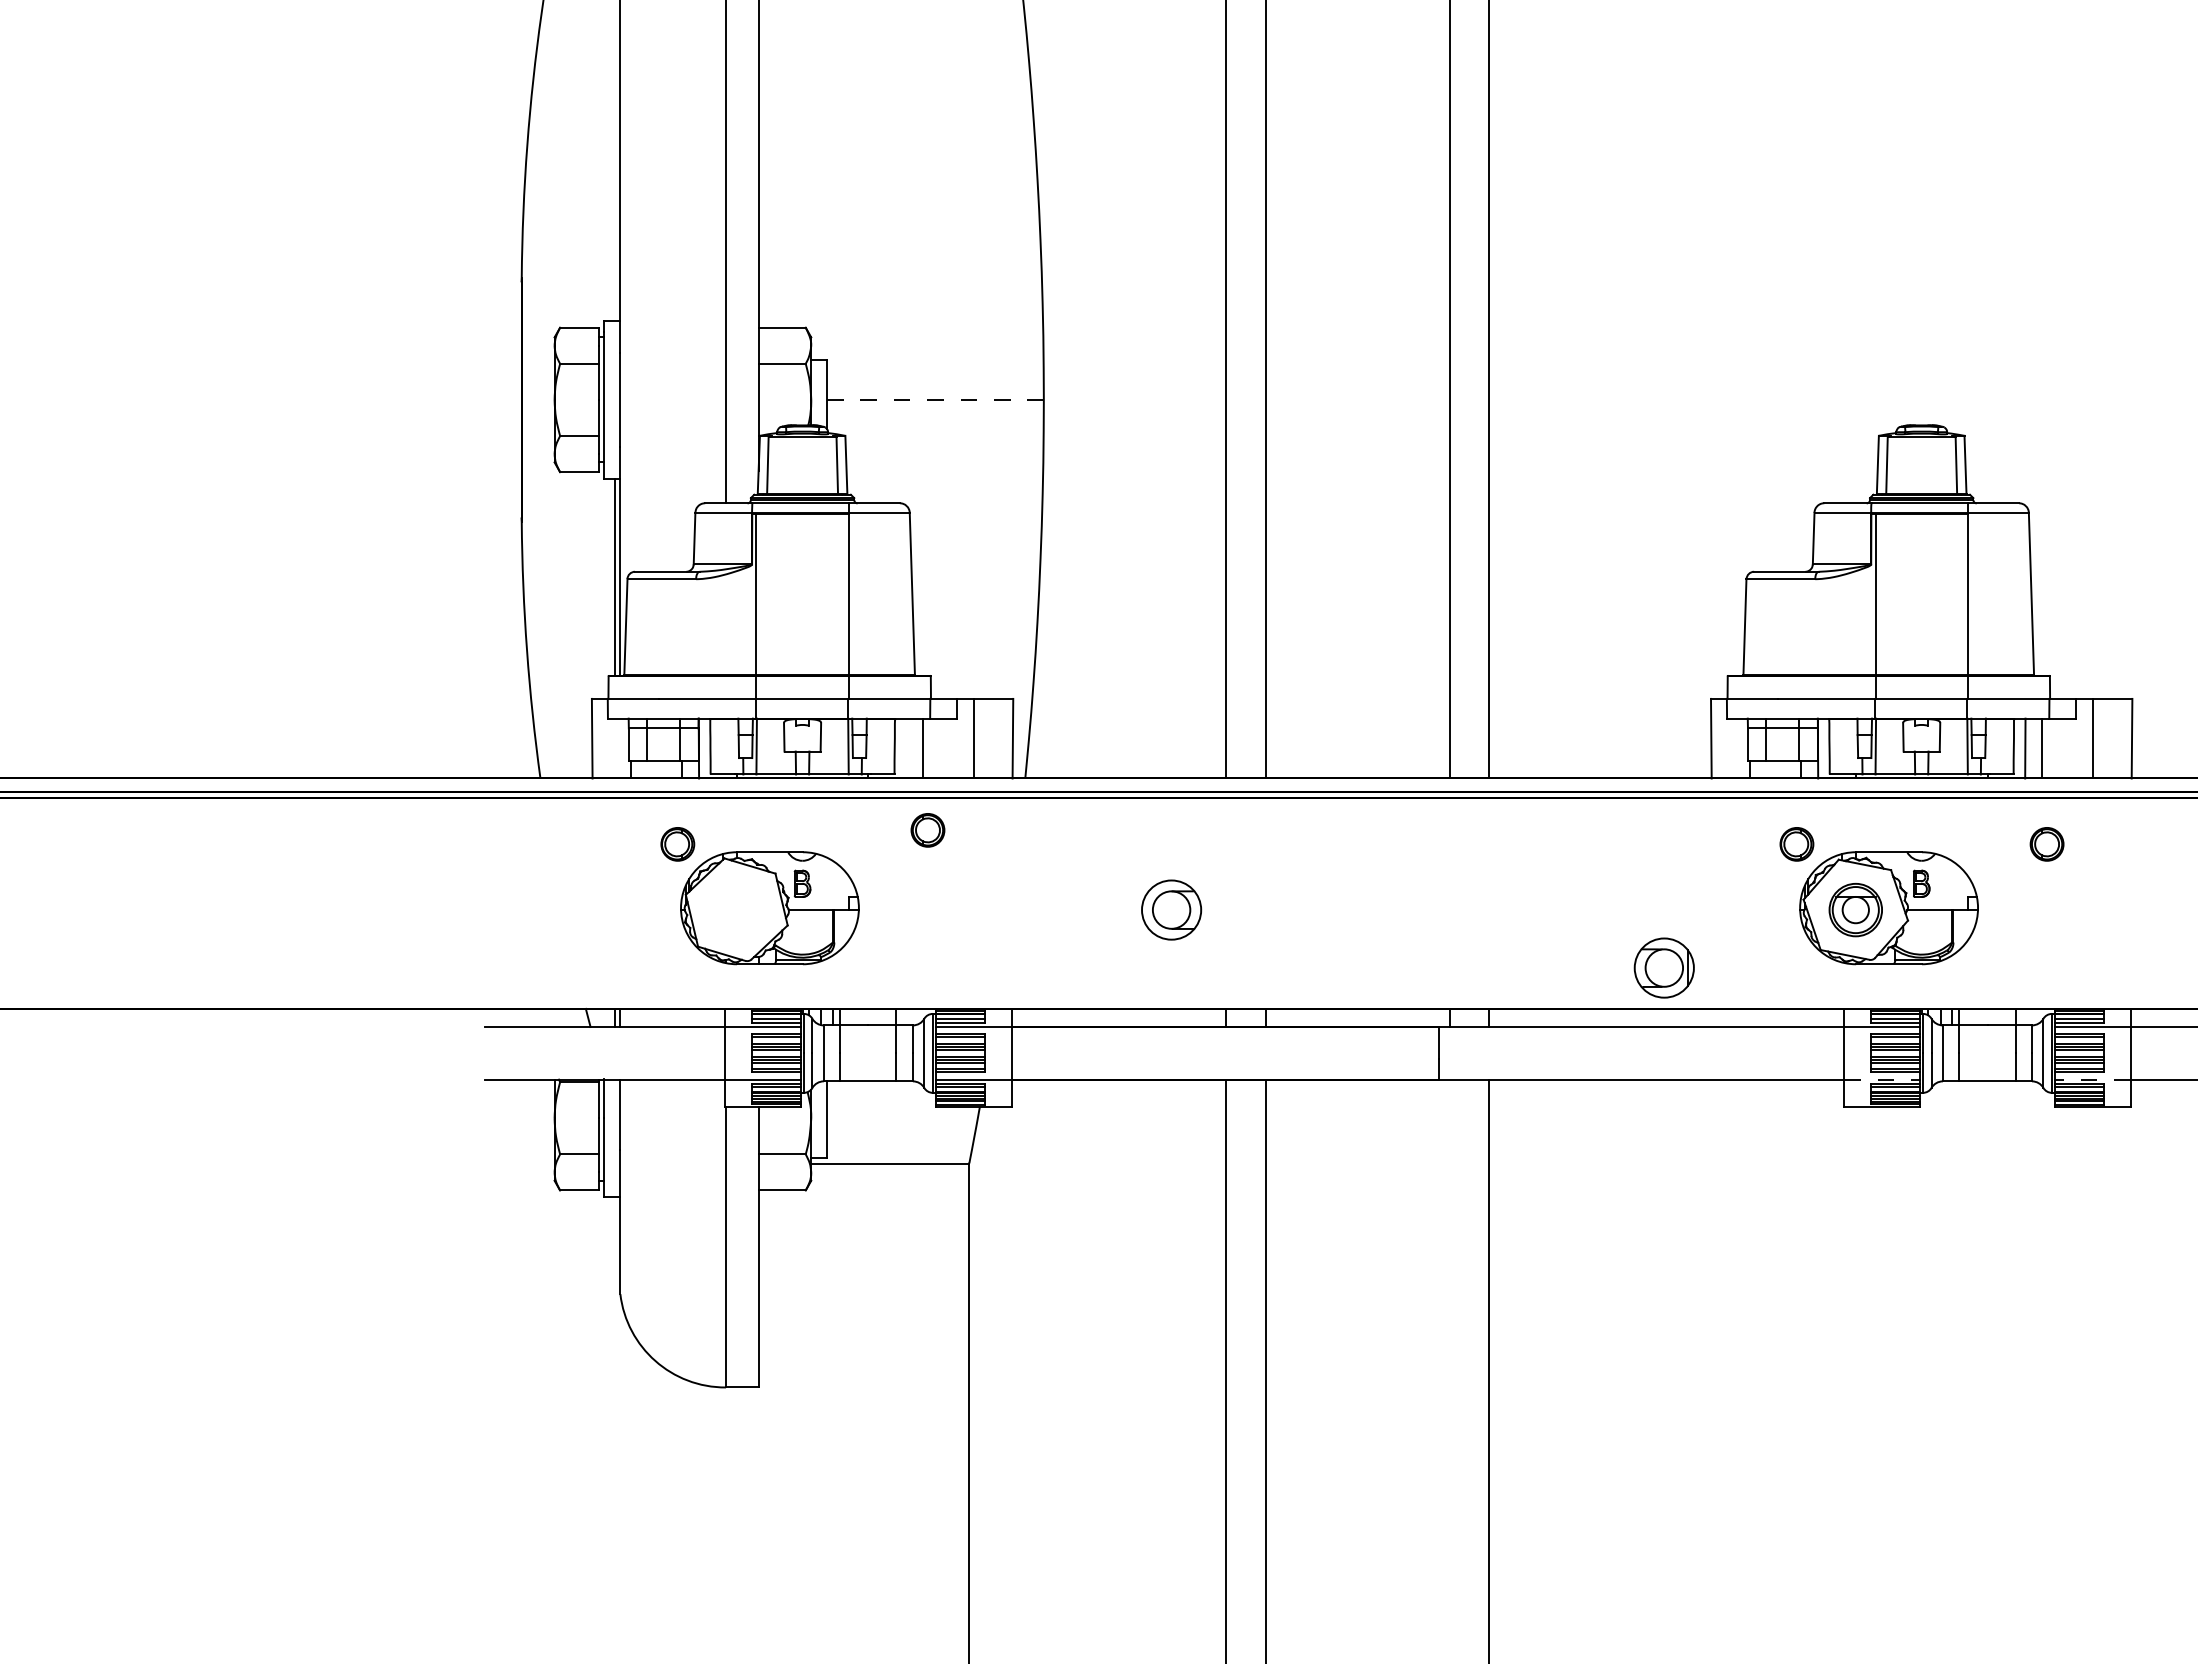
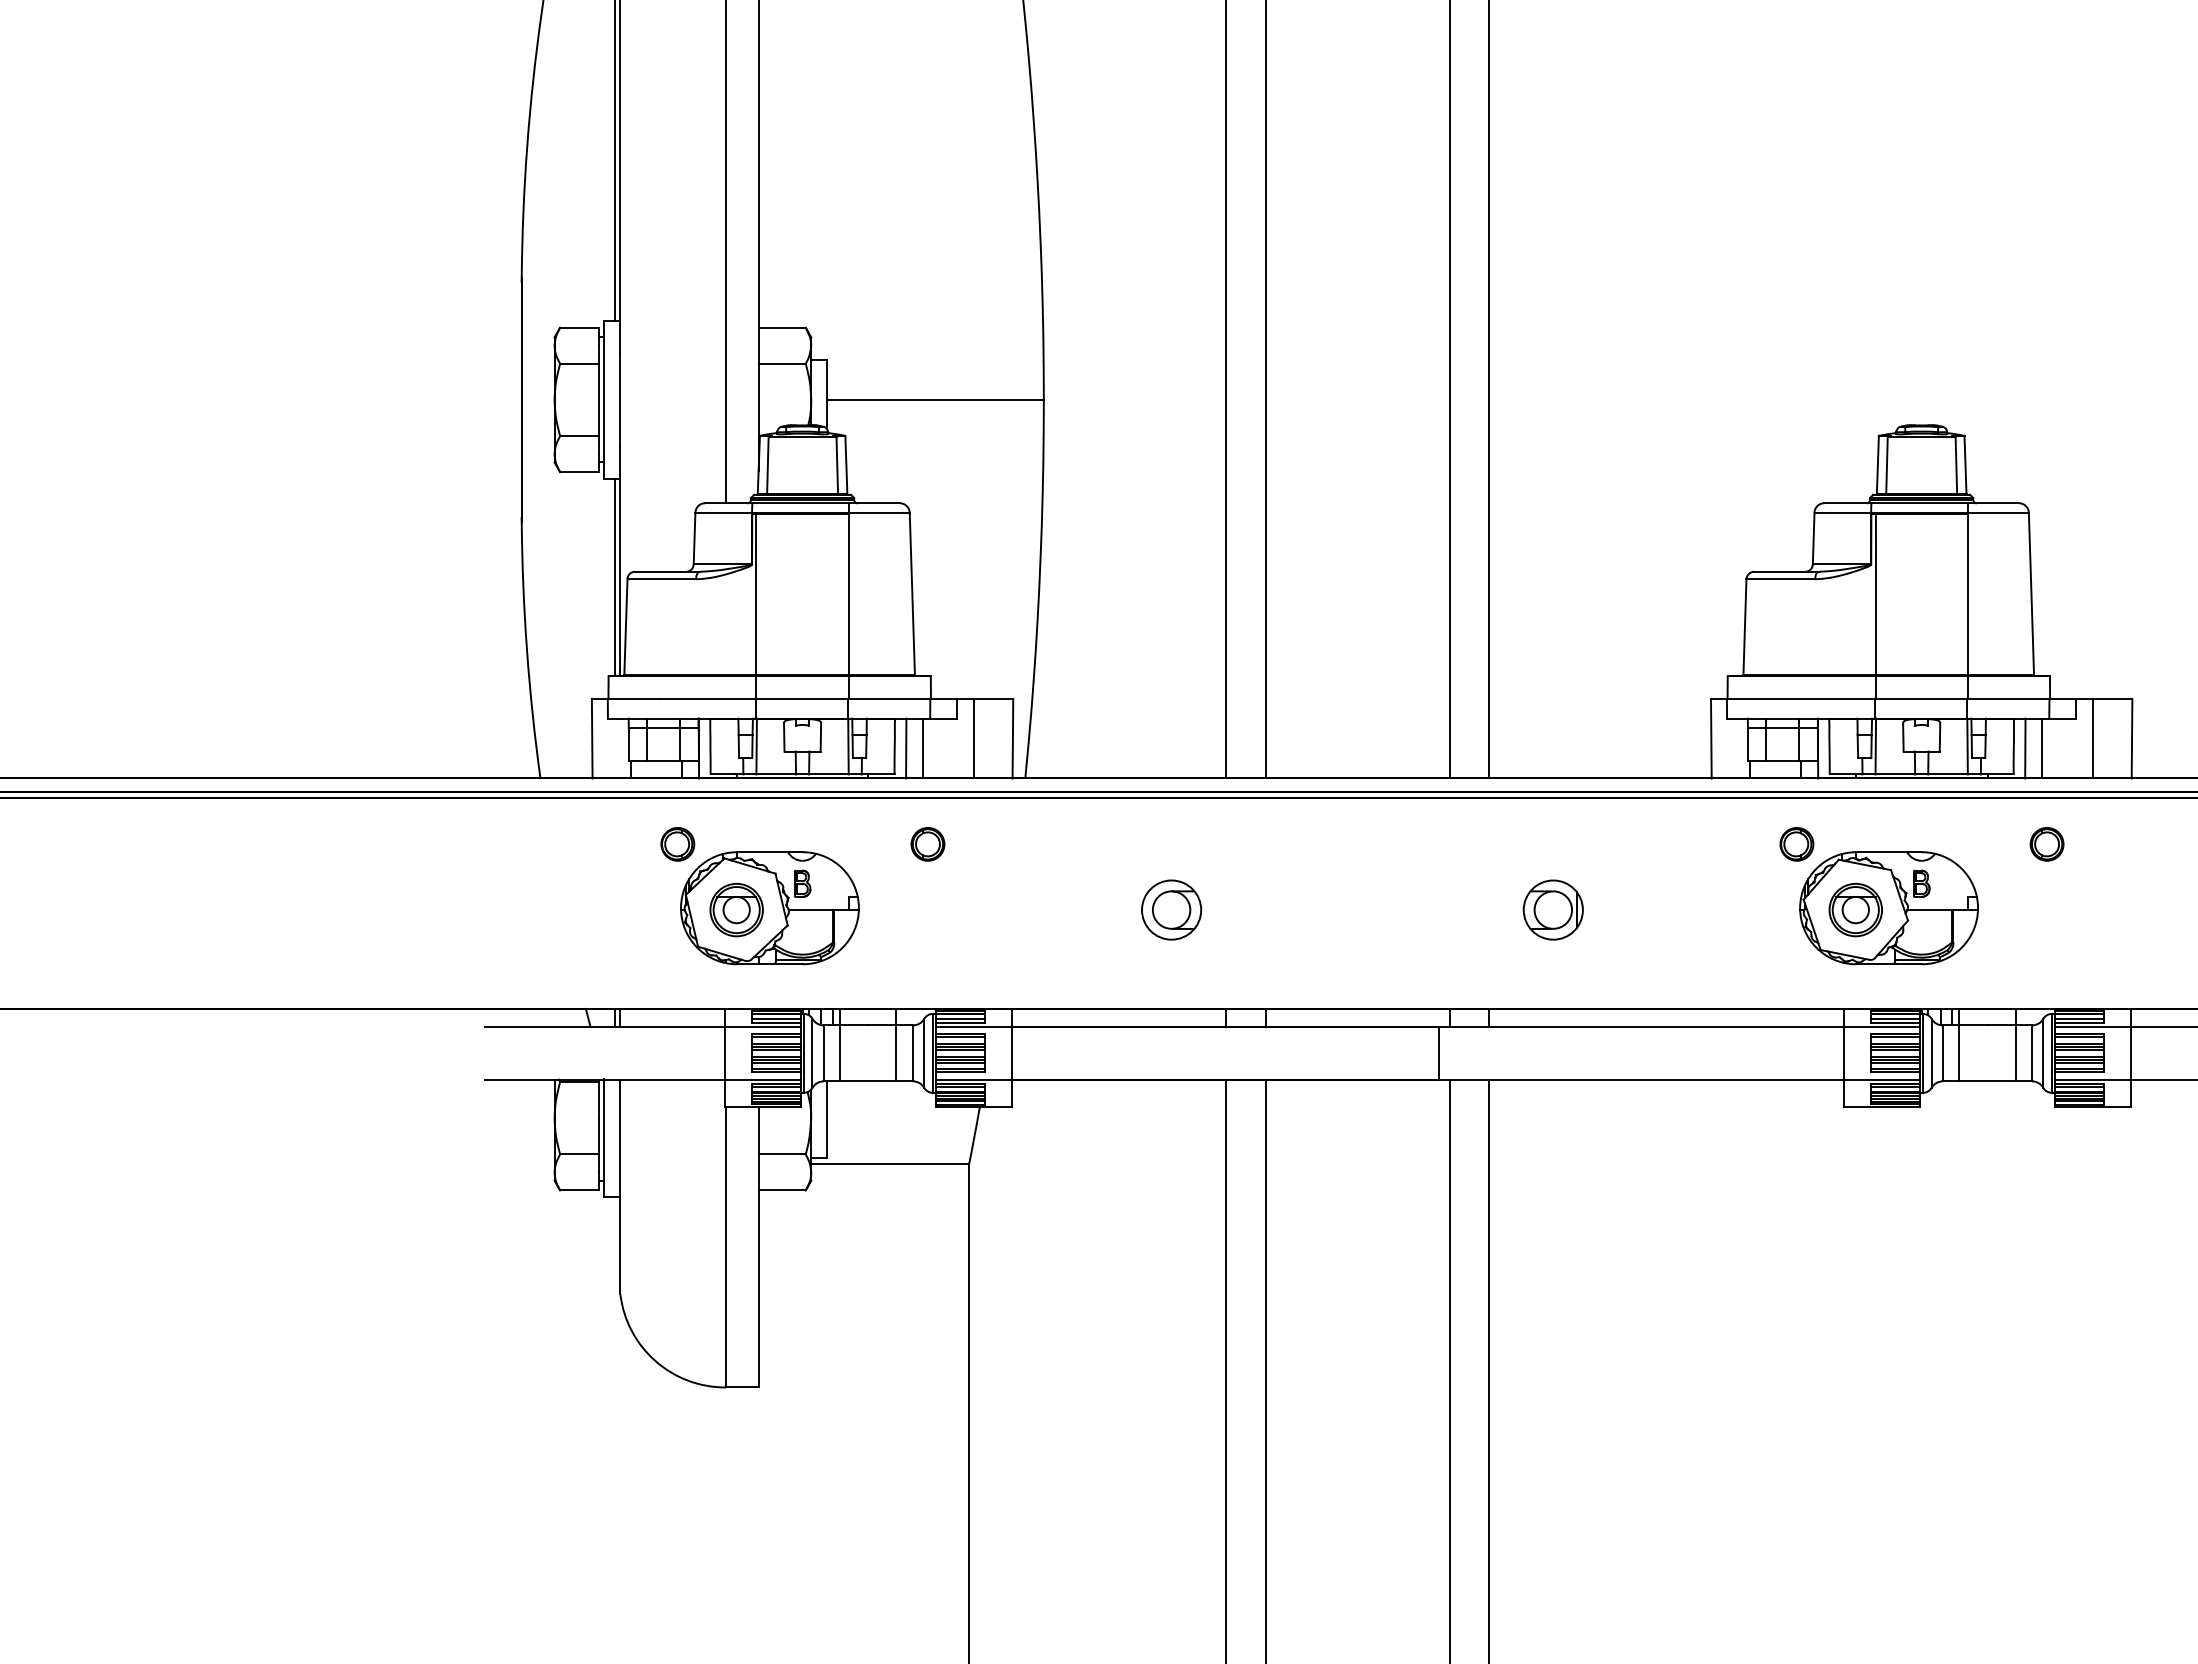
line at (615, 161): none -> present
line at (935, 399): dashed -> solid
line at (906, 748): none -> present
part at (927, 830) position: (927, 830) -> (927, 844)
part at (736, 910): none -> present
part at (1663, 967) position: (1663, 967) -> (1552, 909)
line at (1882, 1079): dashed -> solid
line at (2092, 1079): dashed -> solid
line at (1450, 1369): none -> present
